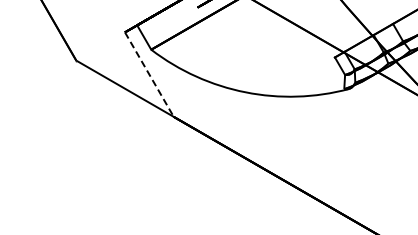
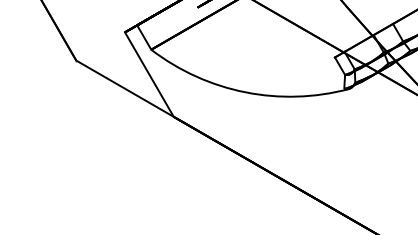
line at (149, 74): dashed -> solid
